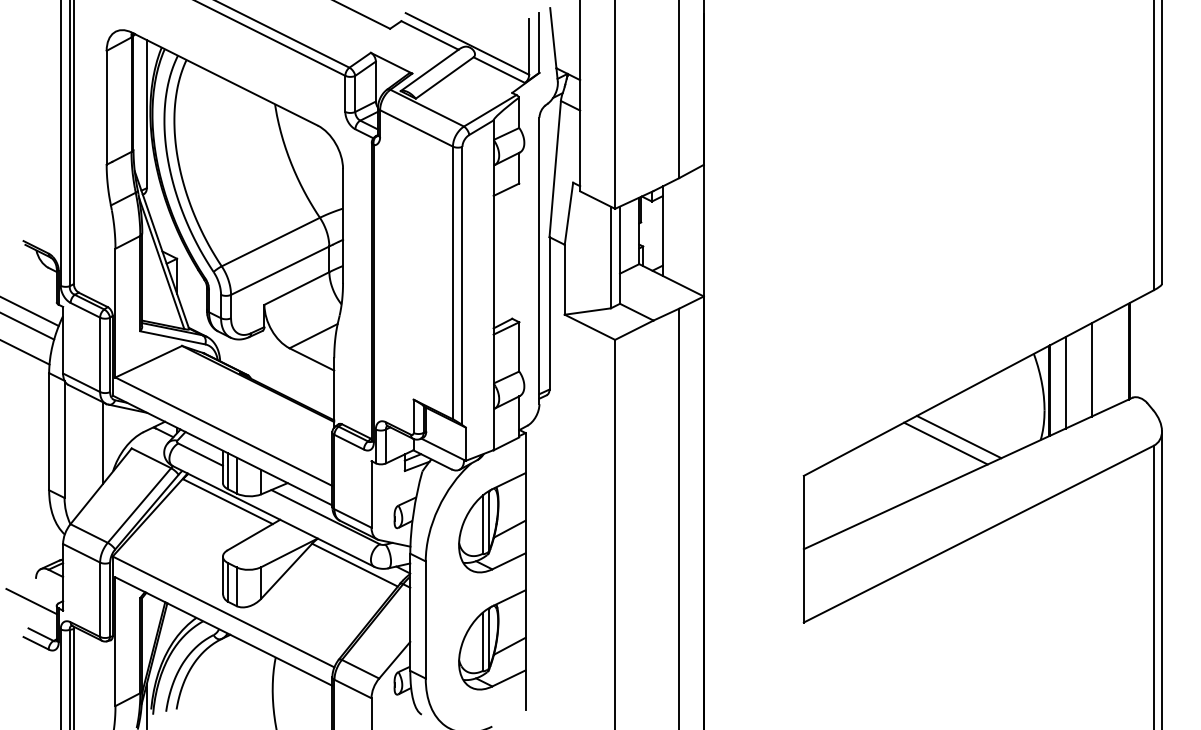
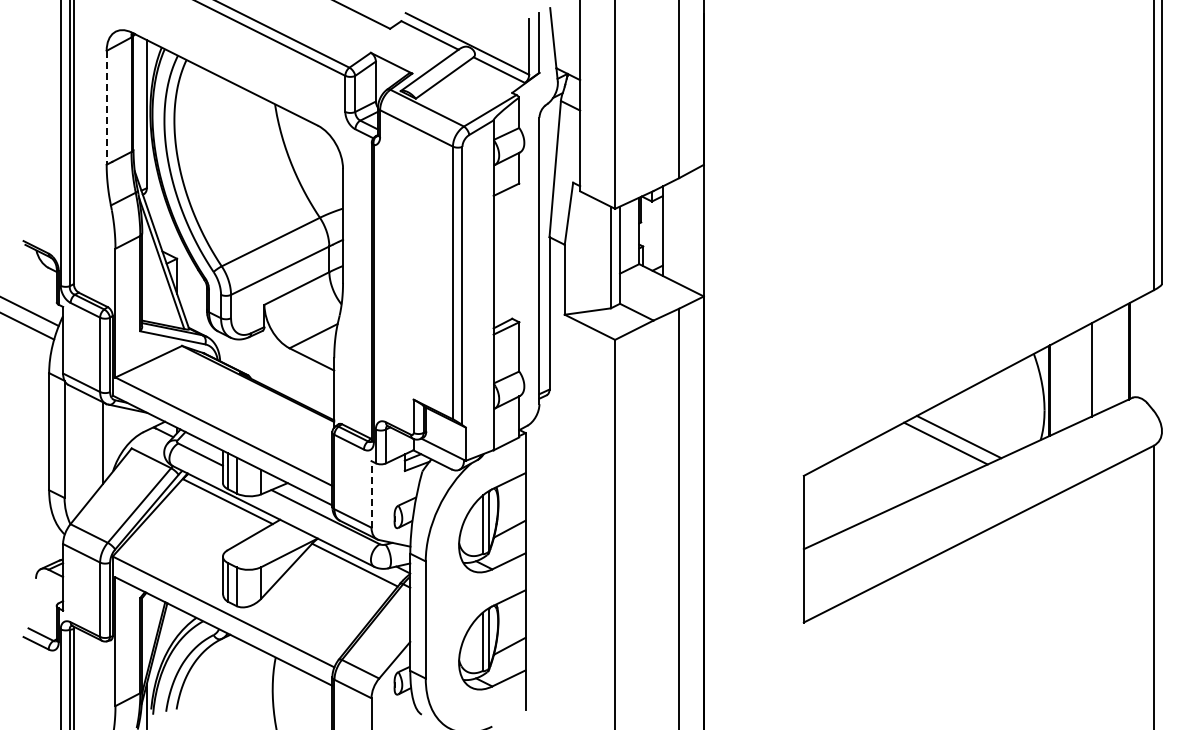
line at (106, 107): solid -> dashed
line at (25, 352): present -> none
line at (1065, 382): present -> none
line at (371, 493): solid -> dashed
line at (1162, 578): present -> none
line at (31, 601): present -> none
